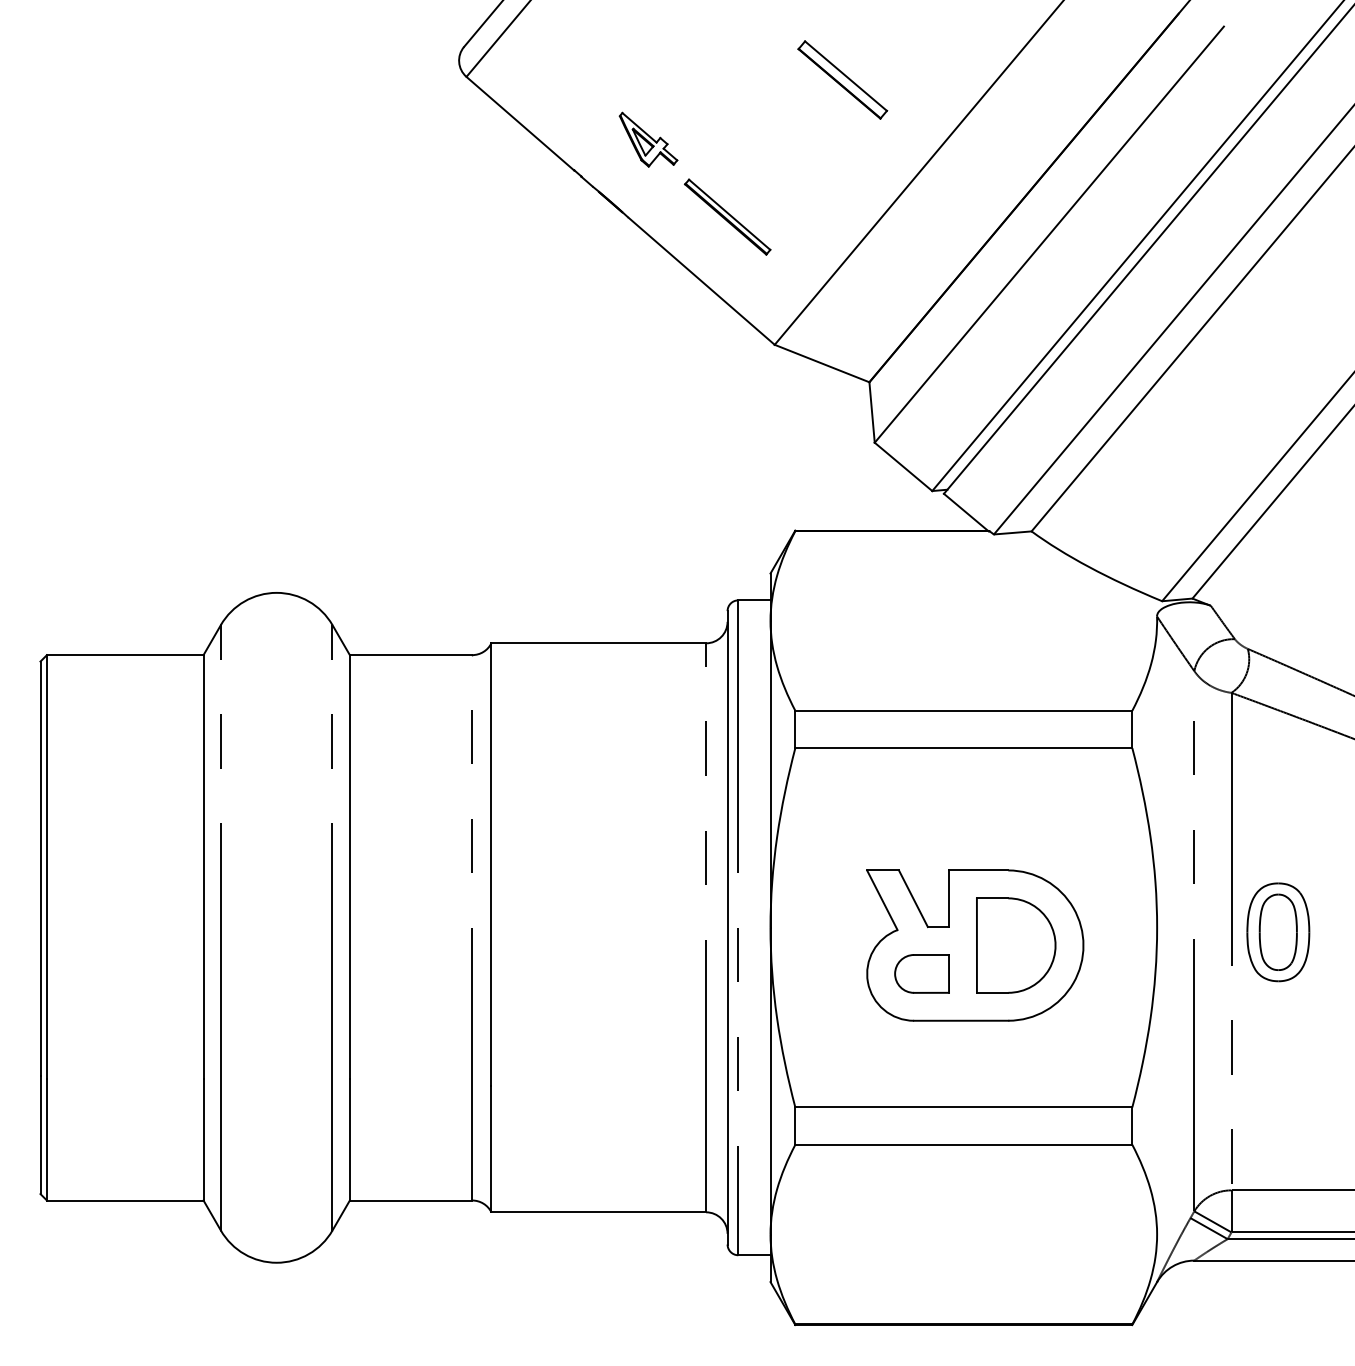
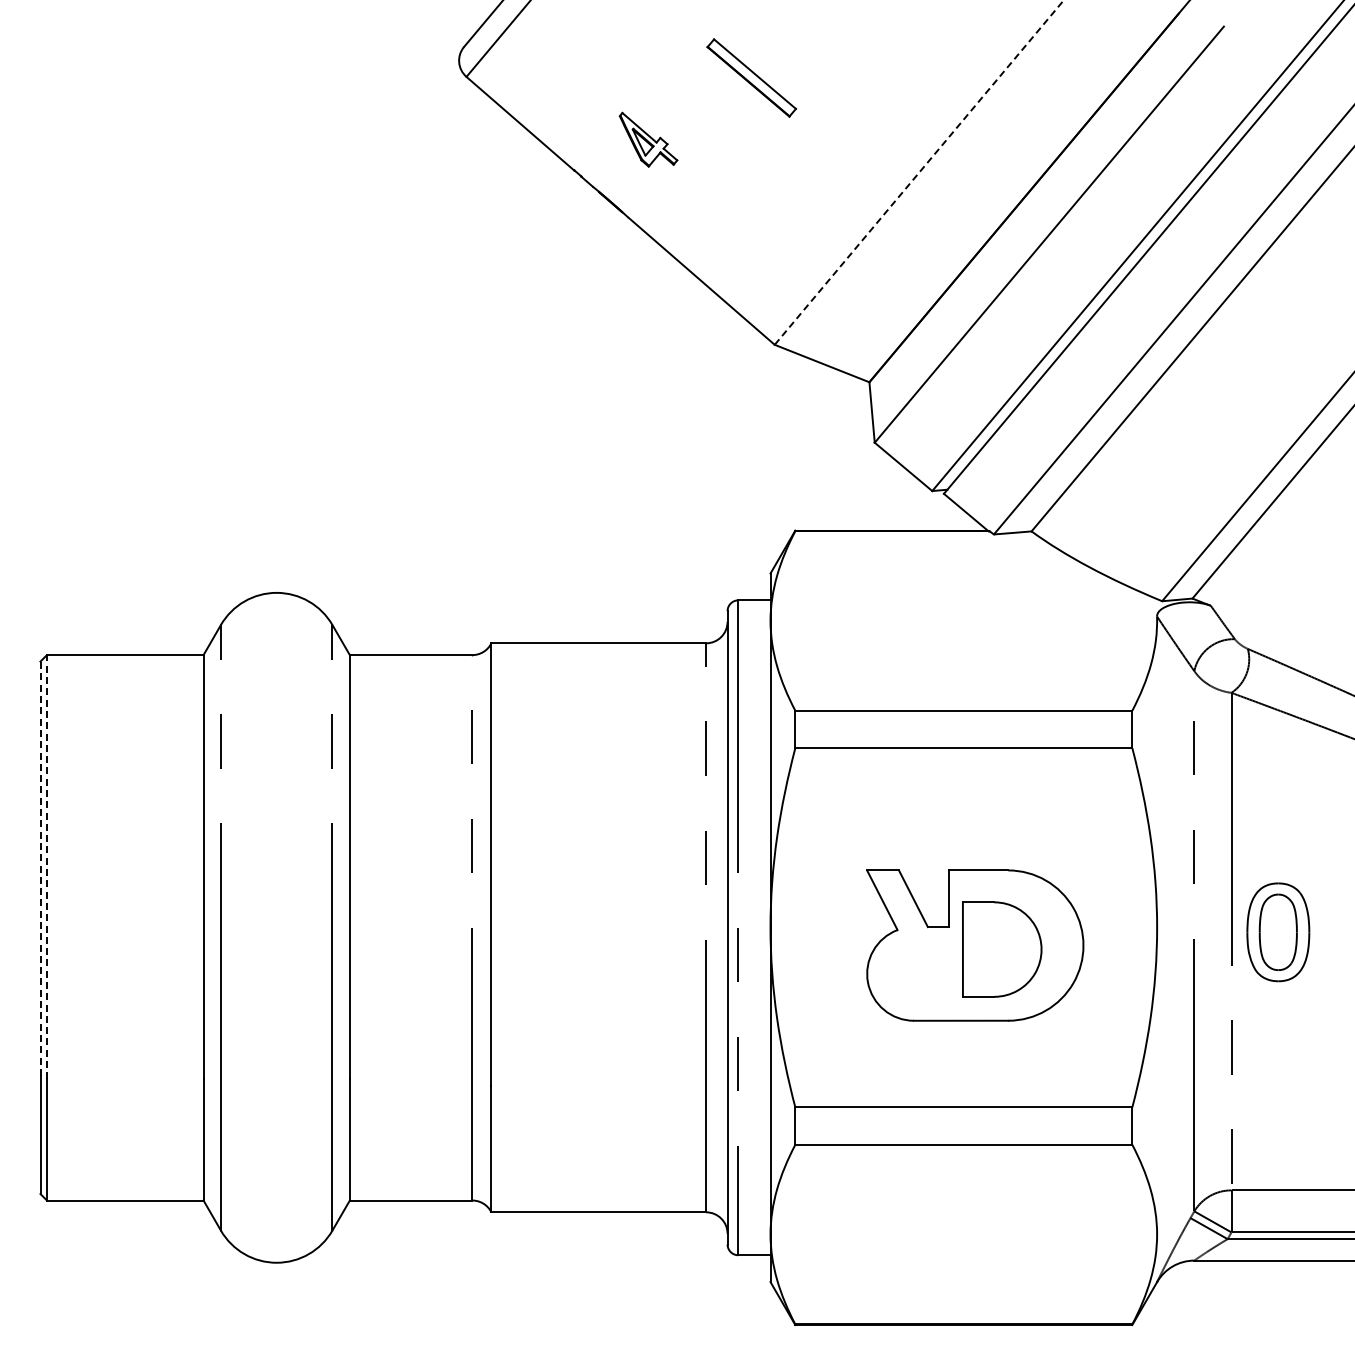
part at (842, 79) position: (842, 79) -> (751, 77)
line at (919, 172): solid -> dashed
part at (727, 216): present -> none
line at (46, 866): solid -> dashed
line at (40, 868): solid -> dashed
part at (1016, 945) position: (1016, 945) -> (1002, 949)
part at (921, 973): present -> none
